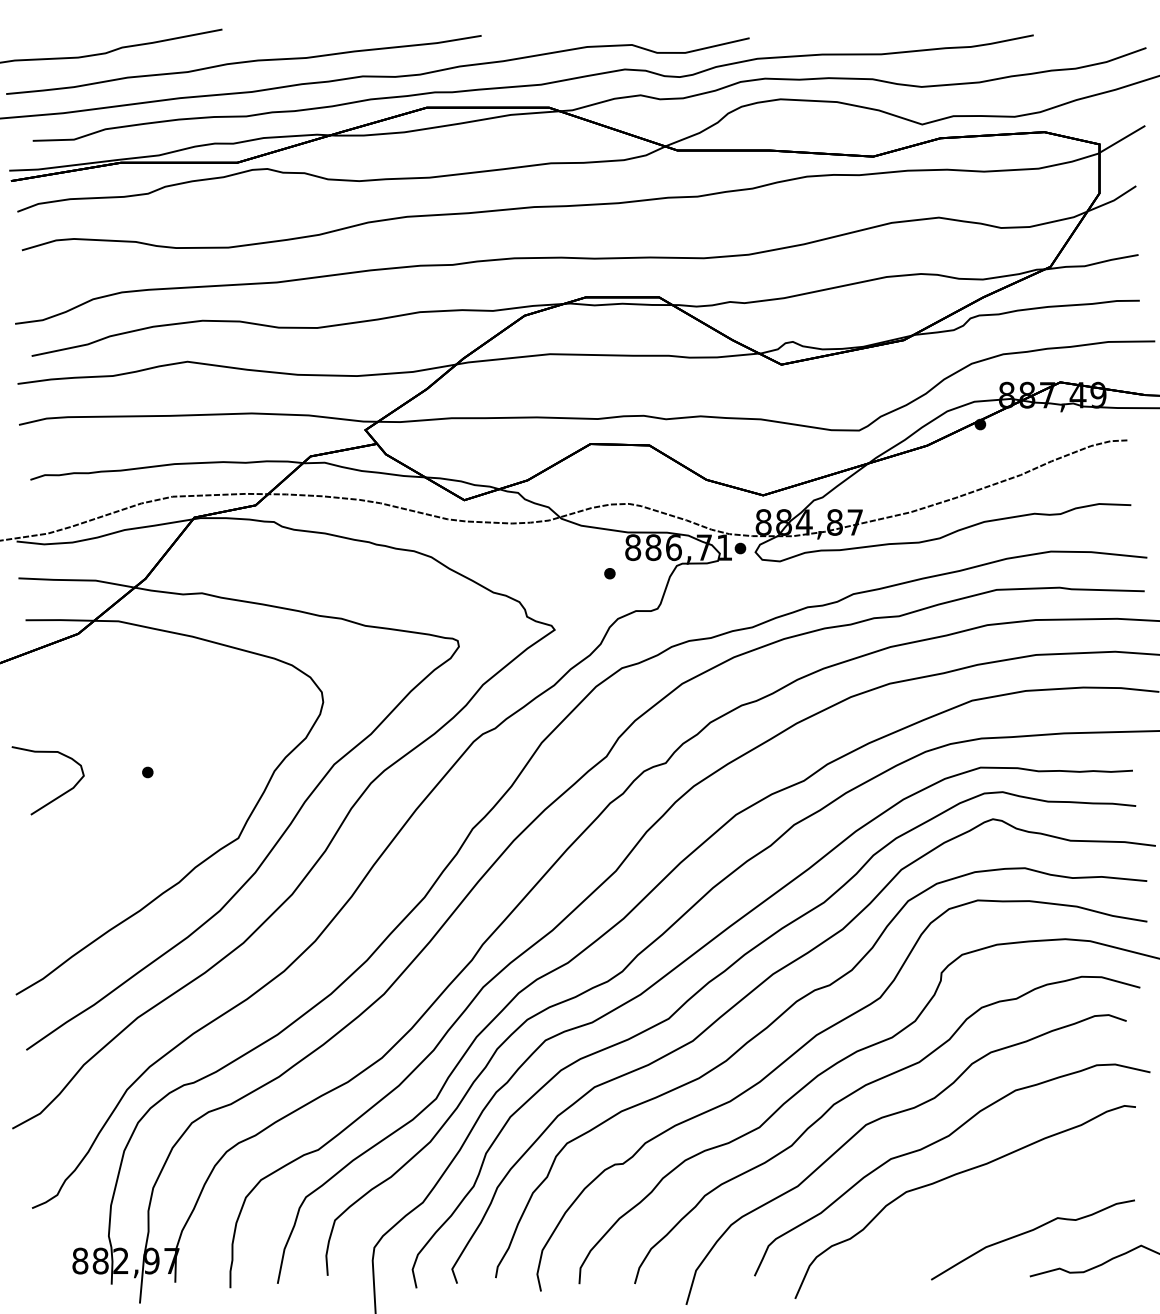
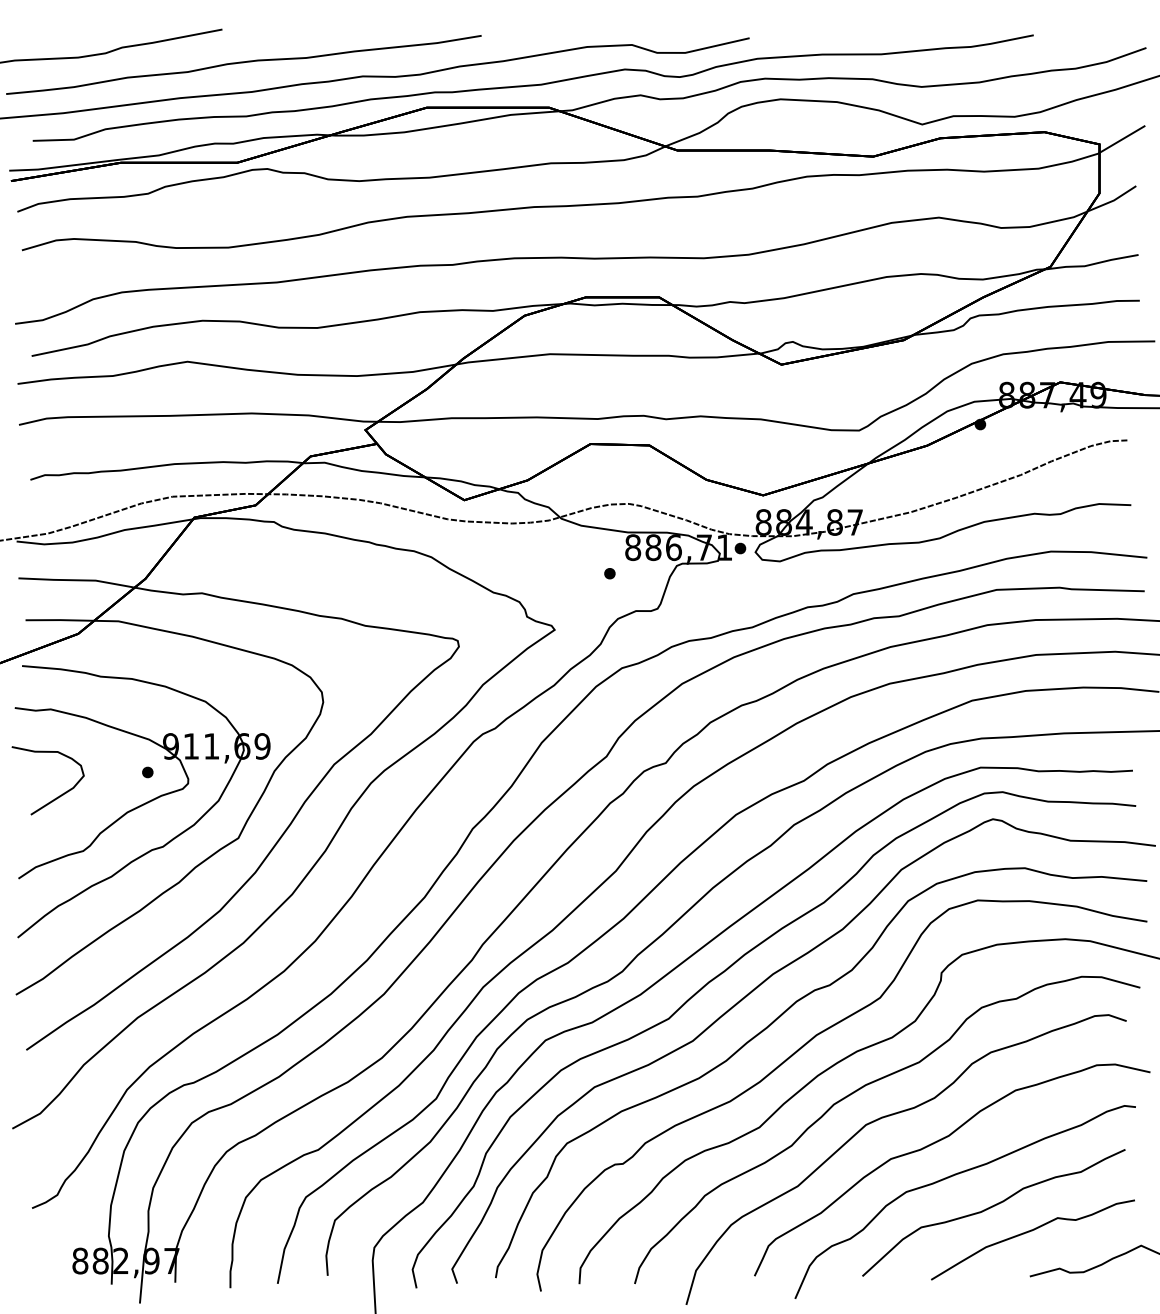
part at (142, 801): none -> present
curve at (991, 1208): none -> present
